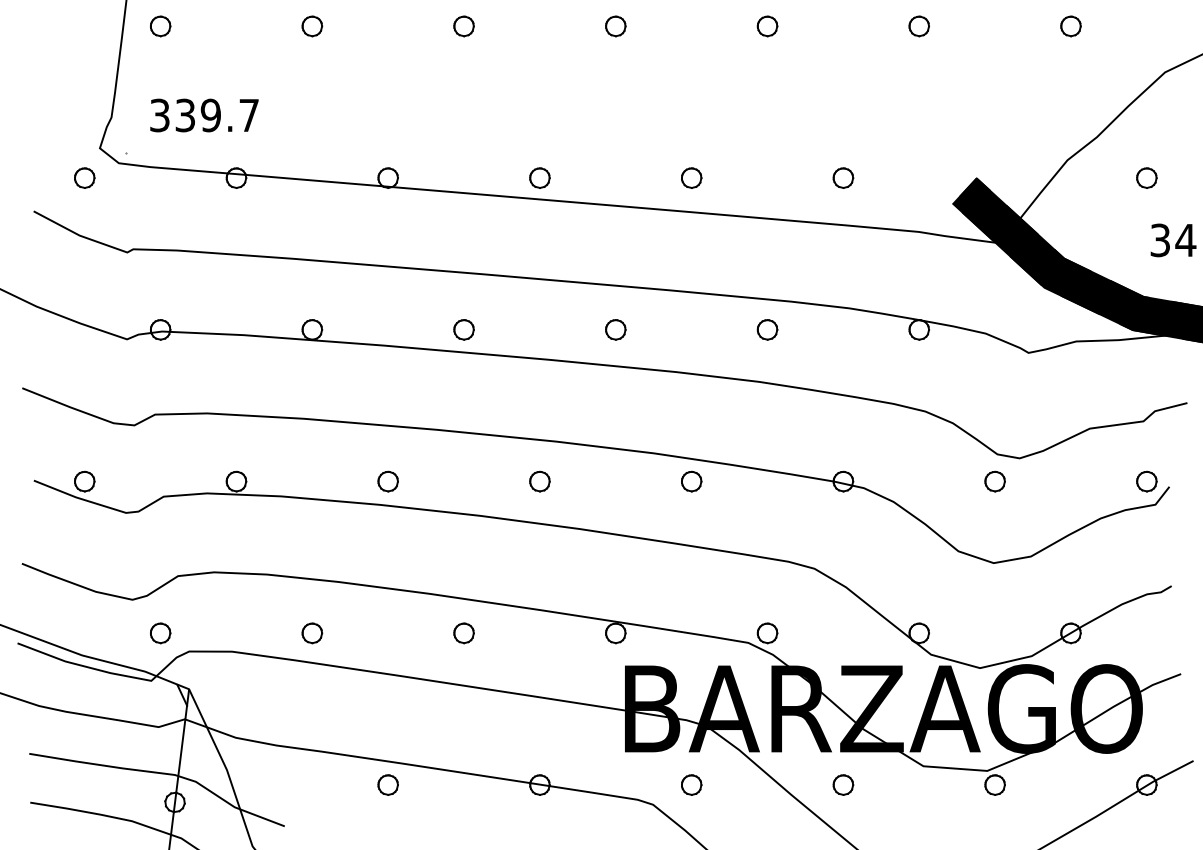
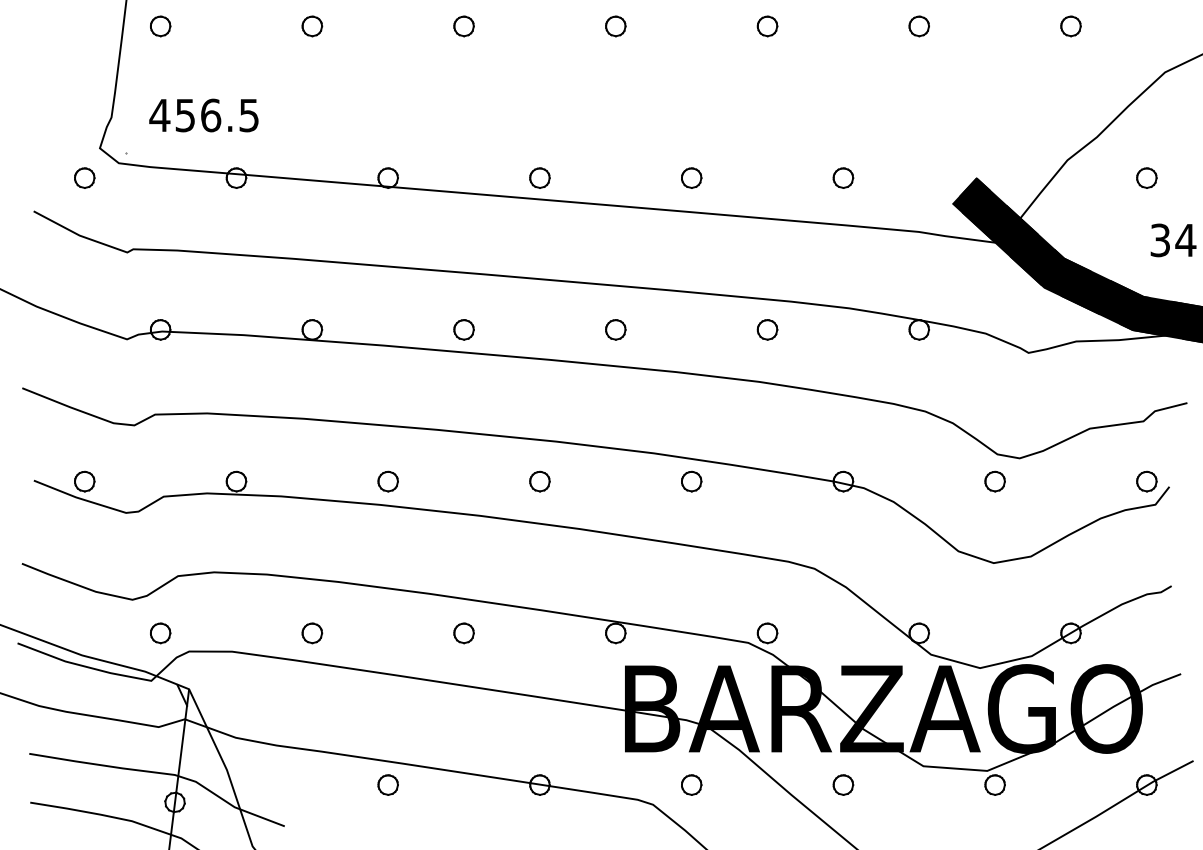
text at (203, 115): 339.7 -> 456.5
